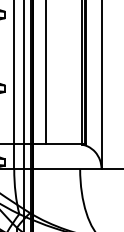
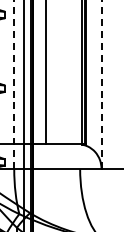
line at (14, 84): solid -> dashed
line at (101, 84): solid -> dashed
